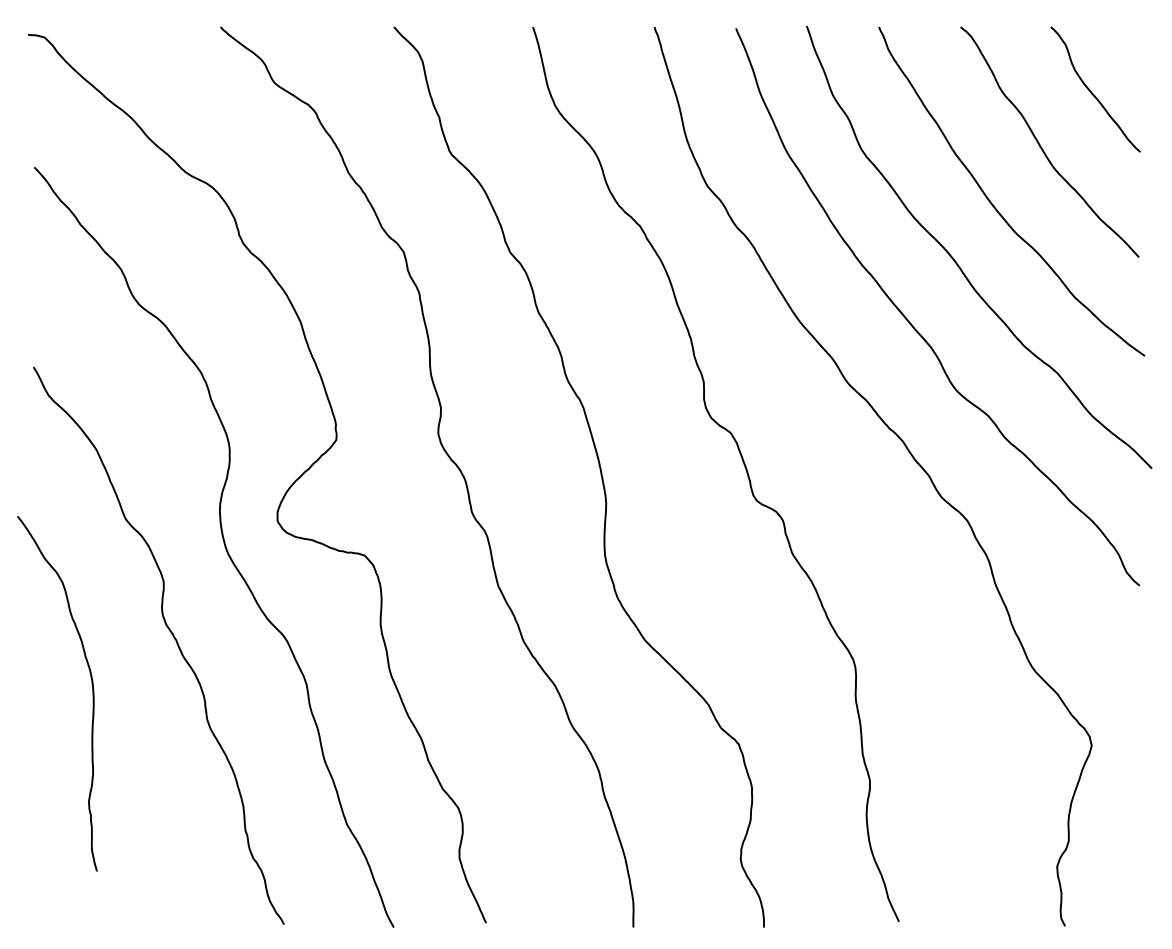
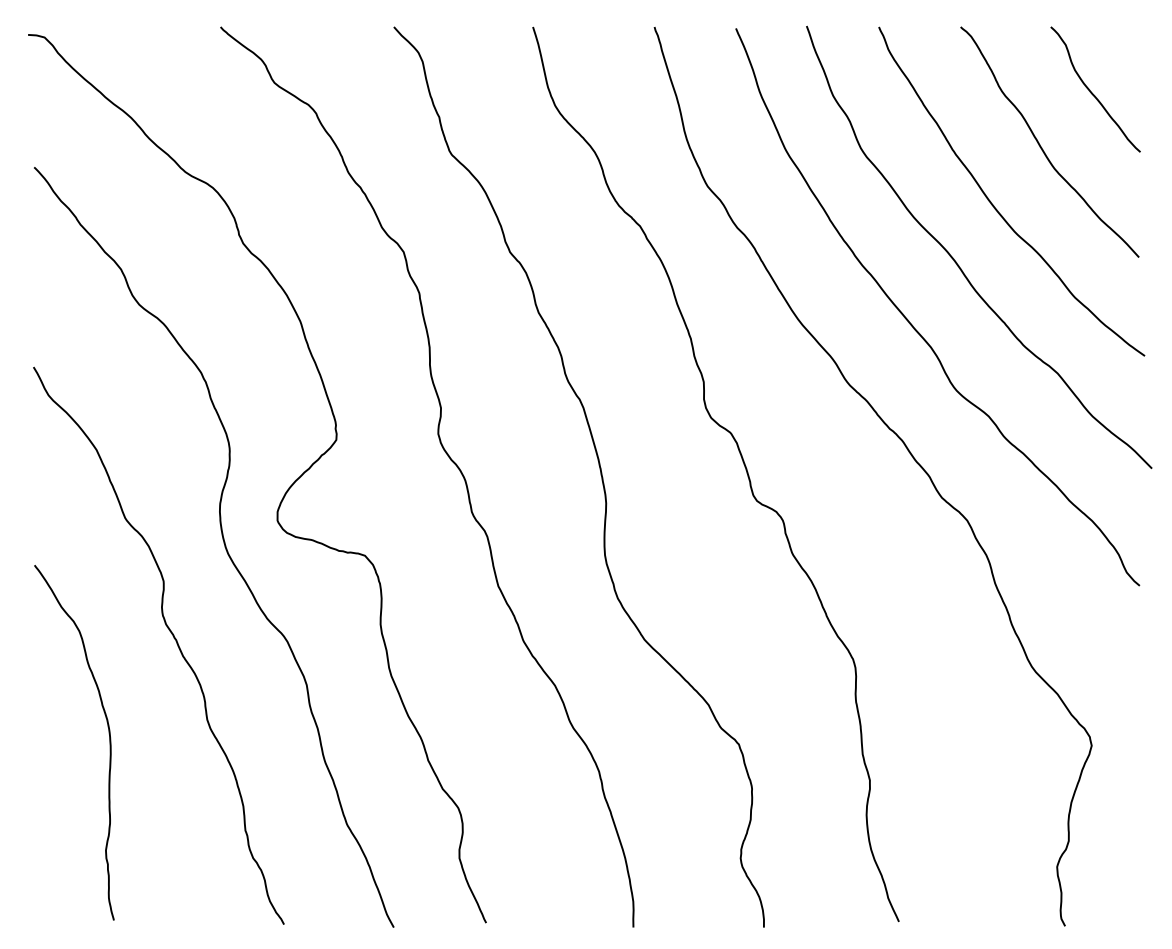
curve at (92, 693) position: (92, 693) -> (109, 742)
